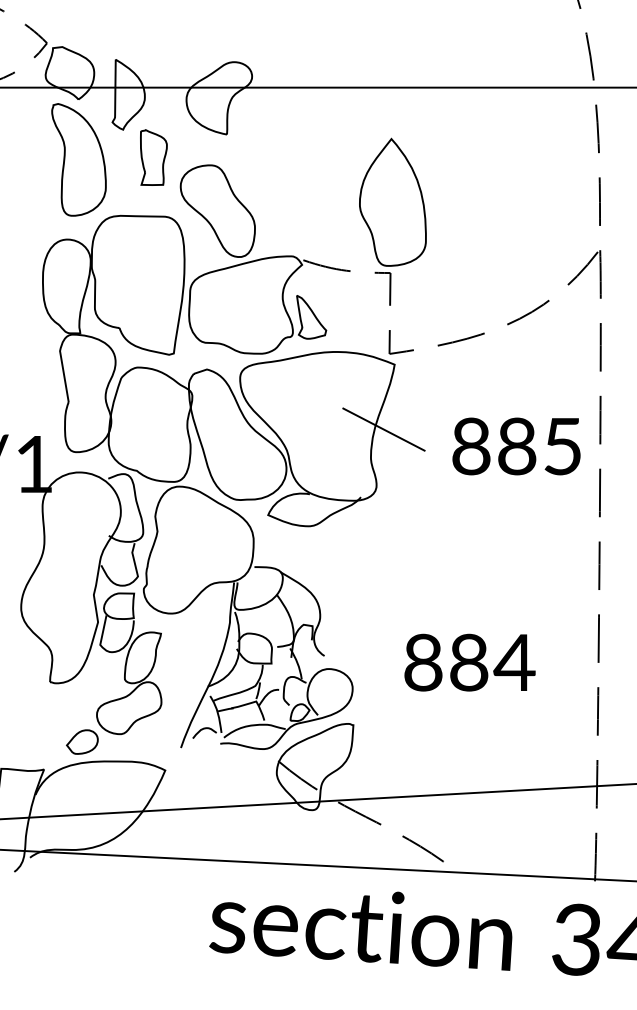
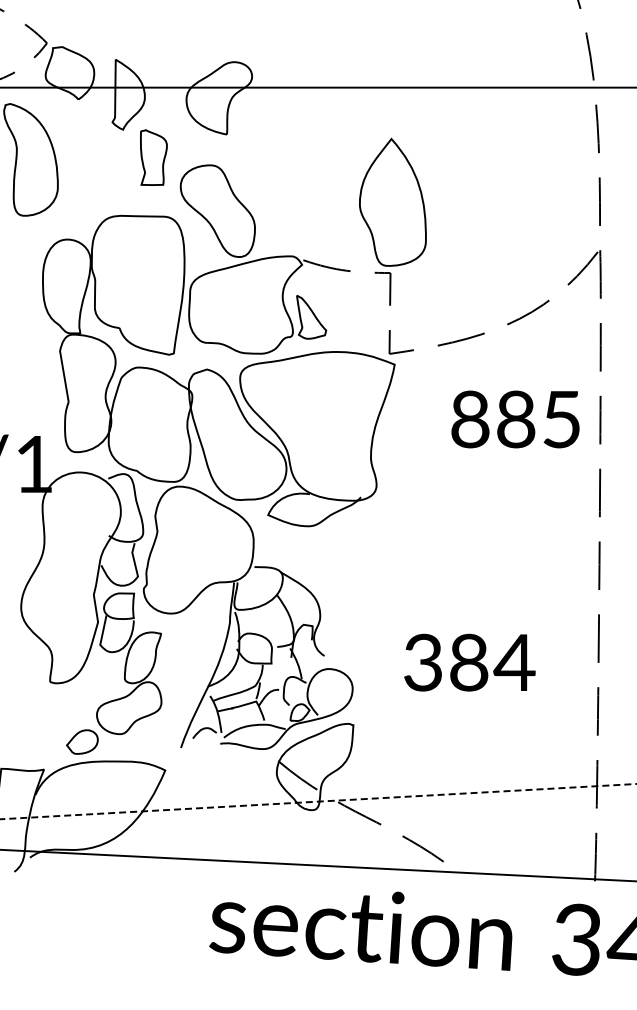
part at (78, 159) position: (78, 159) -> (30, 159)
line at (383, 429): present -> none
text at (516, 446) position: (516, 446) -> (515, 419)
text at (423, 662): 884 -> 384
line at (319, 801): solid -> dashed
